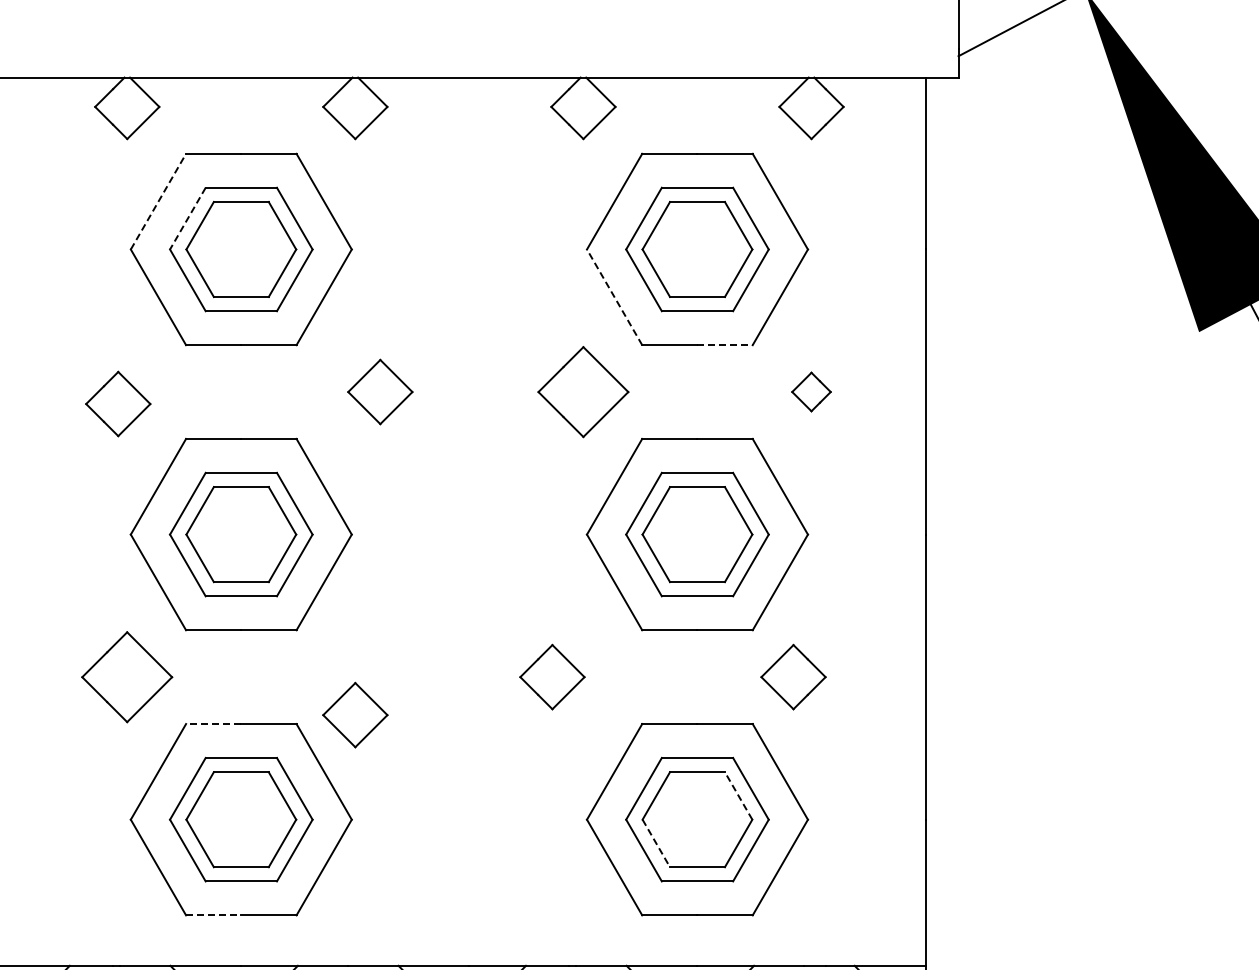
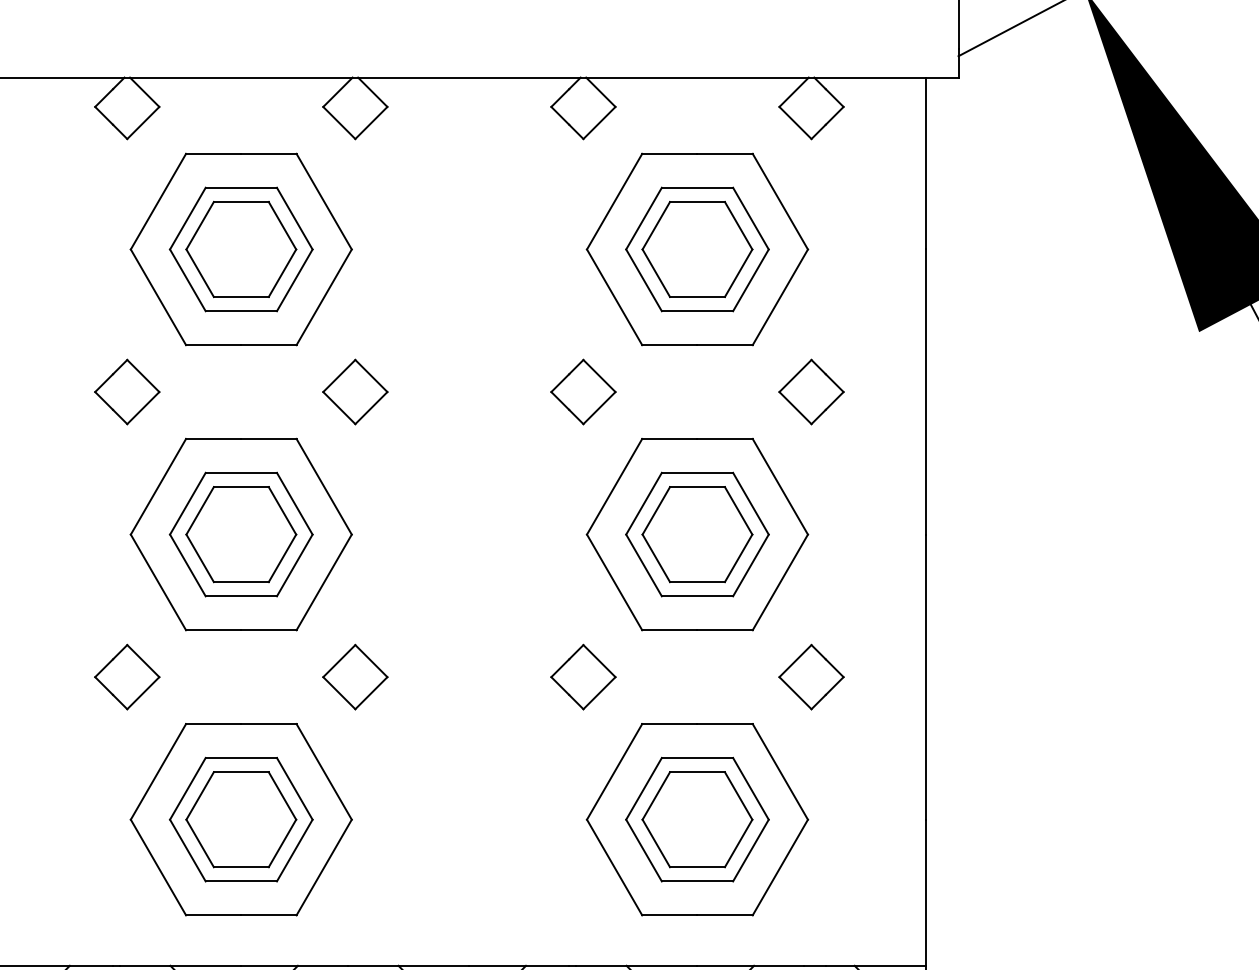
line at (158, 201): dashed -> solid
line at (187, 218): dashed -> solid
line at (614, 296): dashed -> solid
line at (725, 345): dashed -> solid
part at (380, 391) position: (380, 391) -> (355, 391)
part at (811, 391) size: 41x42 px -> 67x68 px
part at (583, 392) size: 93x93 px -> 67x68 px
part at (118, 403) position: (118, 403) -> (127, 391)
part at (552, 676) position: (552, 676) -> (583, 676)
part at (793, 676) position: (793, 676) -> (811, 676)
part at (127, 677) size: 93x93 px -> 67x68 px
part at (355, 714) position: (355, 714) -> (355, 676)
line at (213, 724): dashed -> solid
line at (738, 795): dashed -> solid
line at (656, 843): dashed -> solid
line at (213, 915): dashed -> solid
